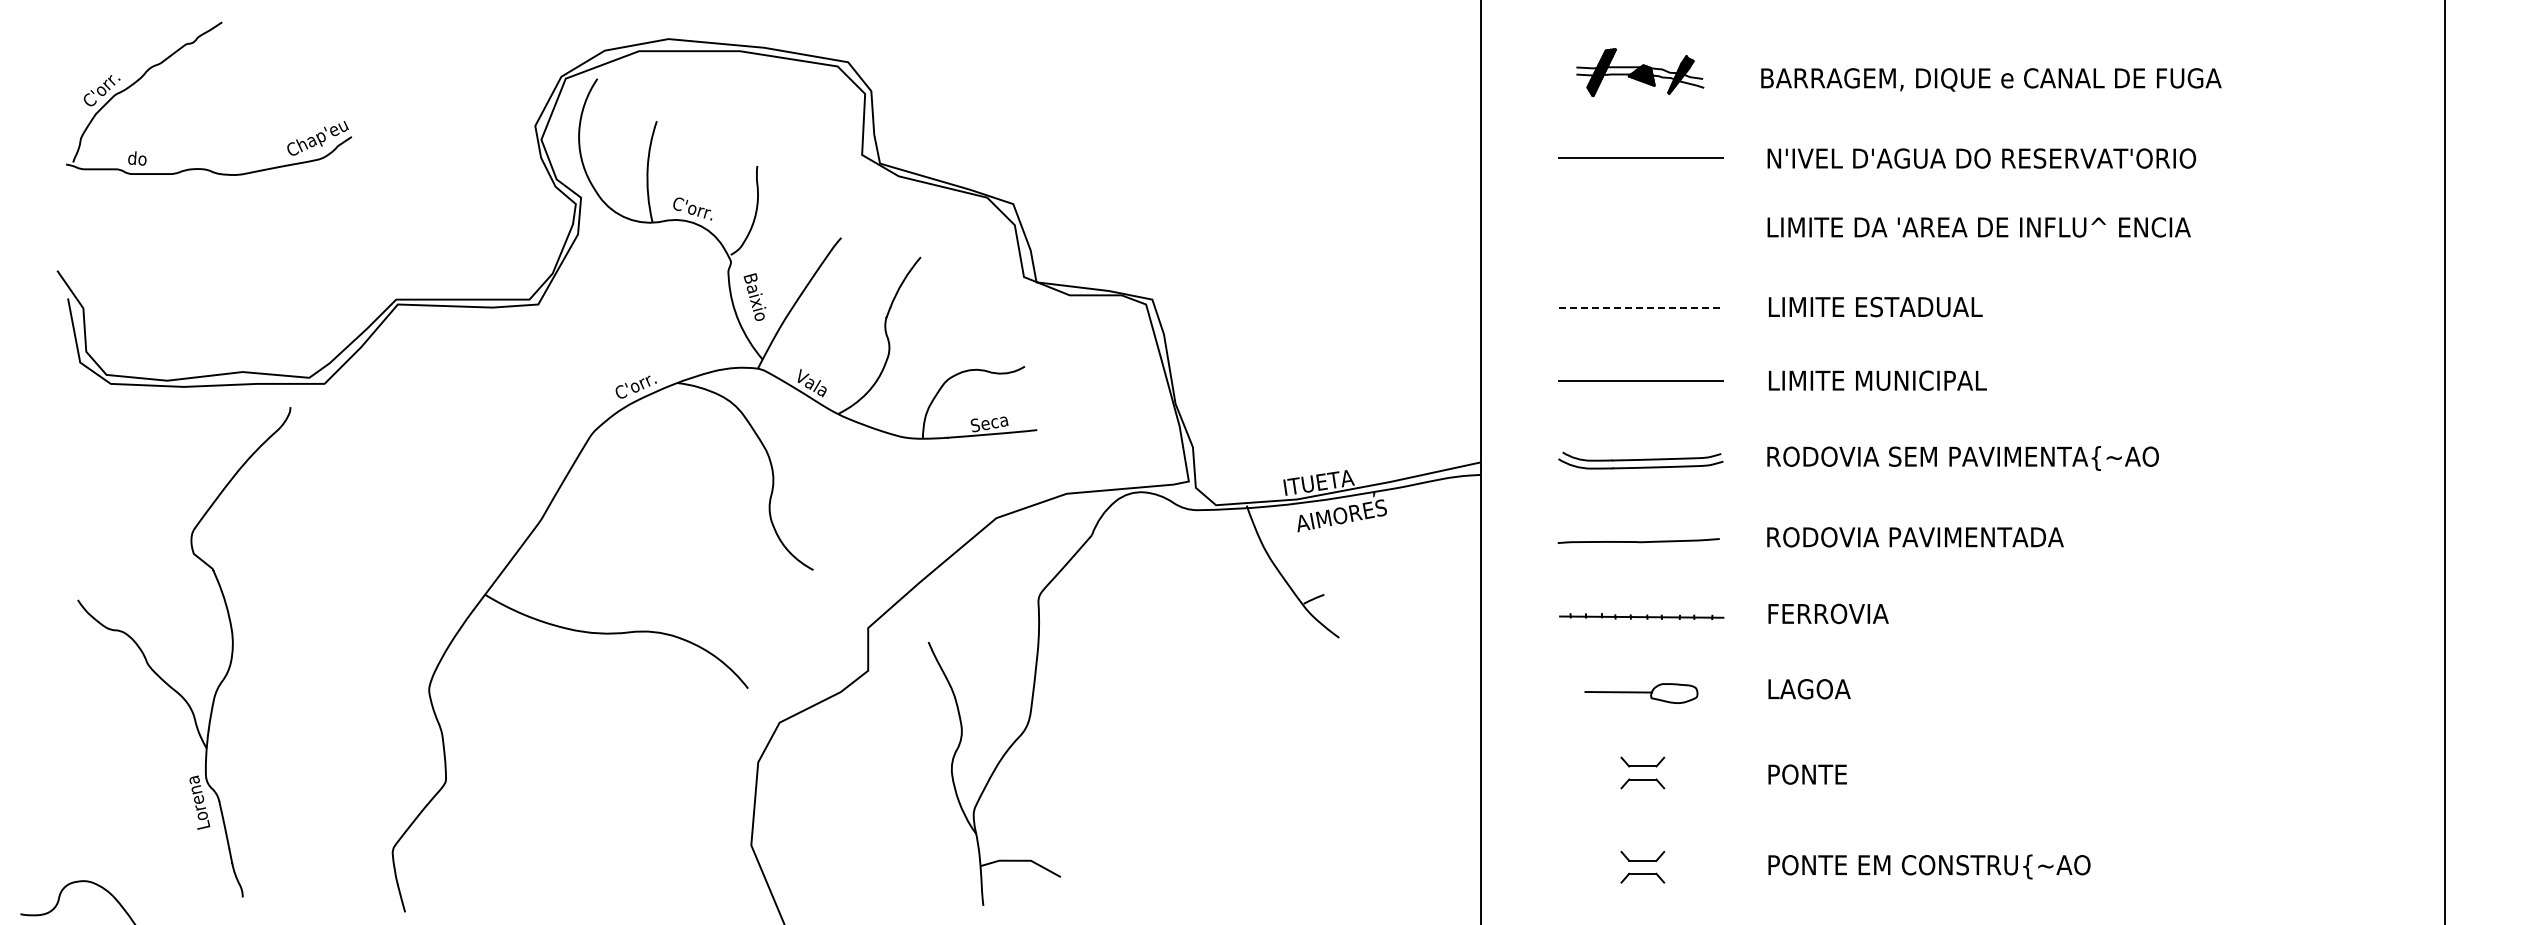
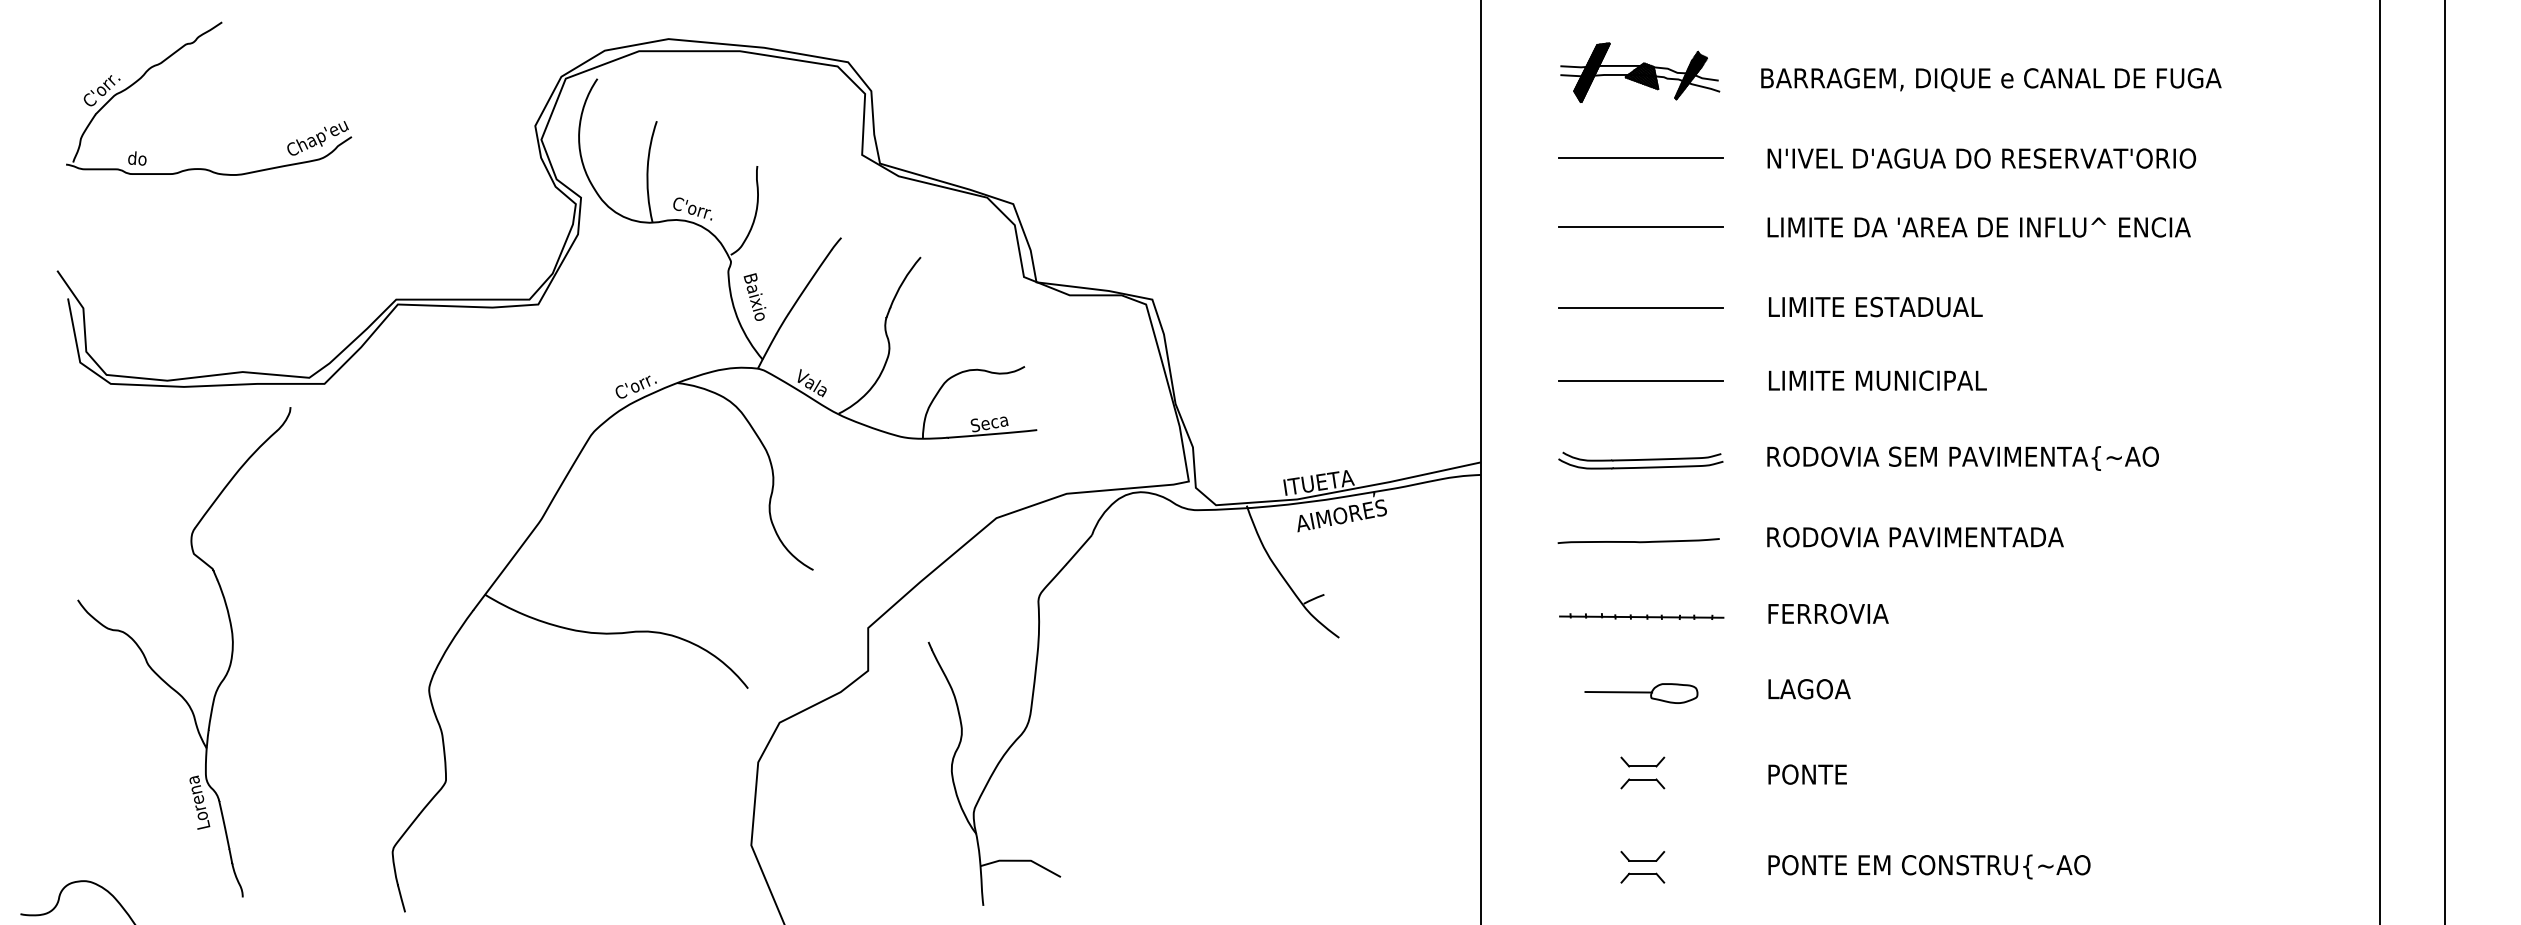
part at (1640, 72) size: 129x49 px -> 161x61 px
line at (1640, 226): none -> present
line at (1641, 307): dashed -> solid
line at (2379, 461): none -> present
